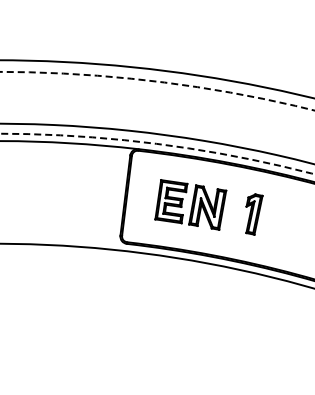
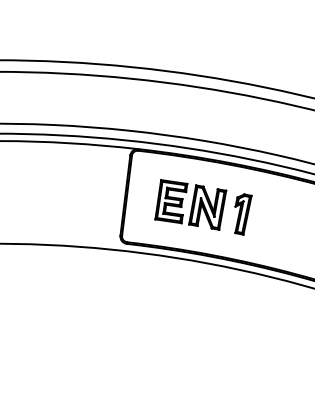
circle at (157, 90): dashed -> solid
circle at (157, 153): dashed -> solid
part at (254, 214) position: (254, 214) -> (243, 214)
